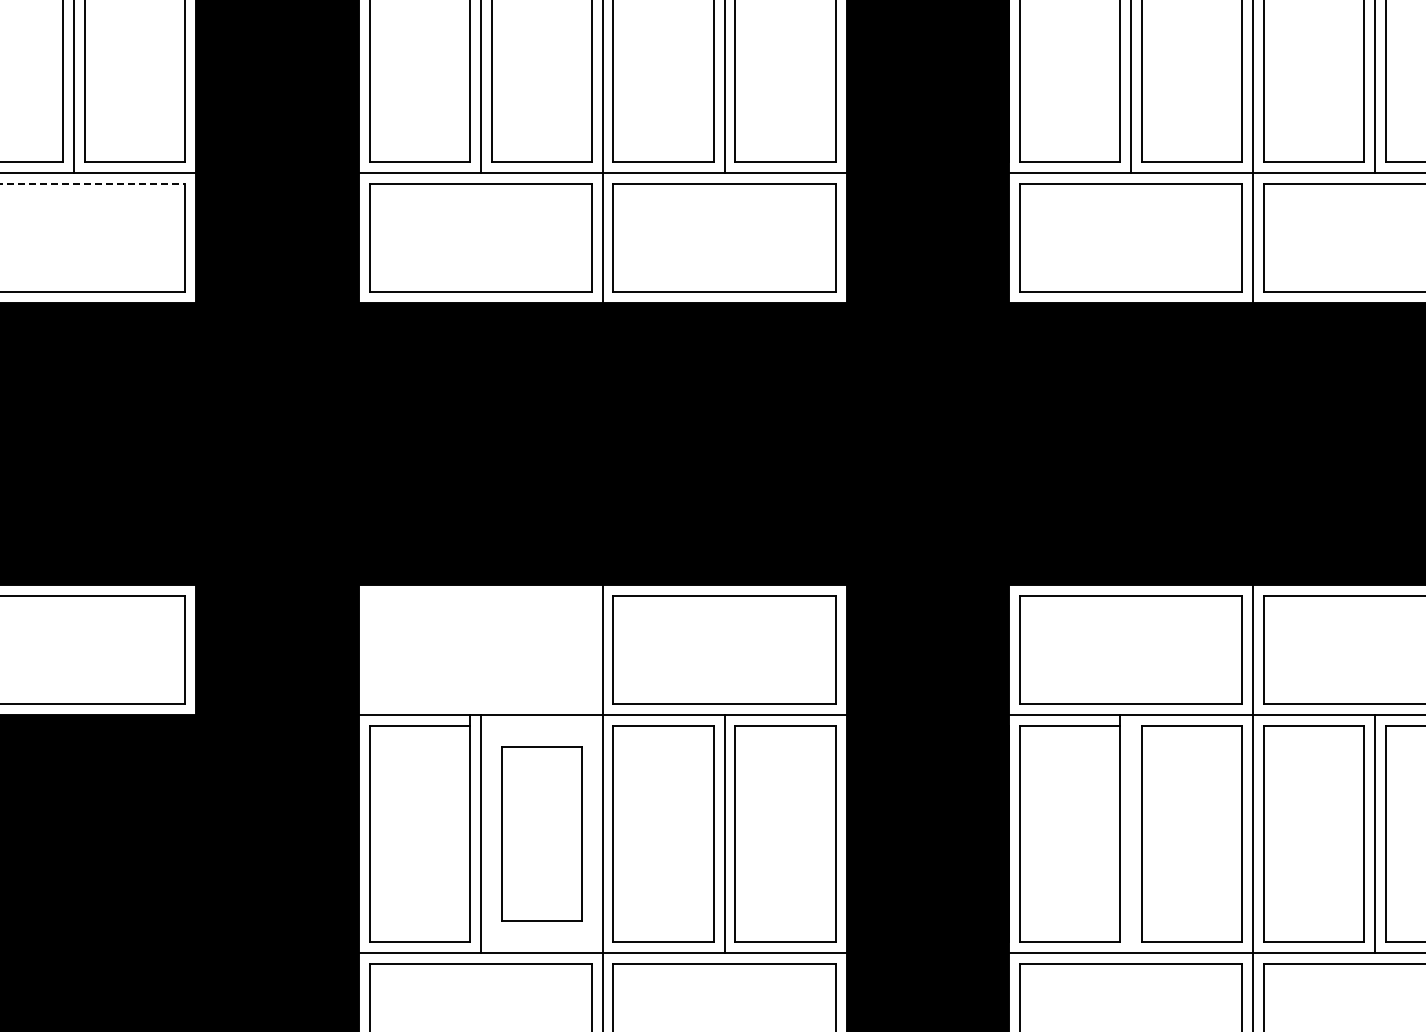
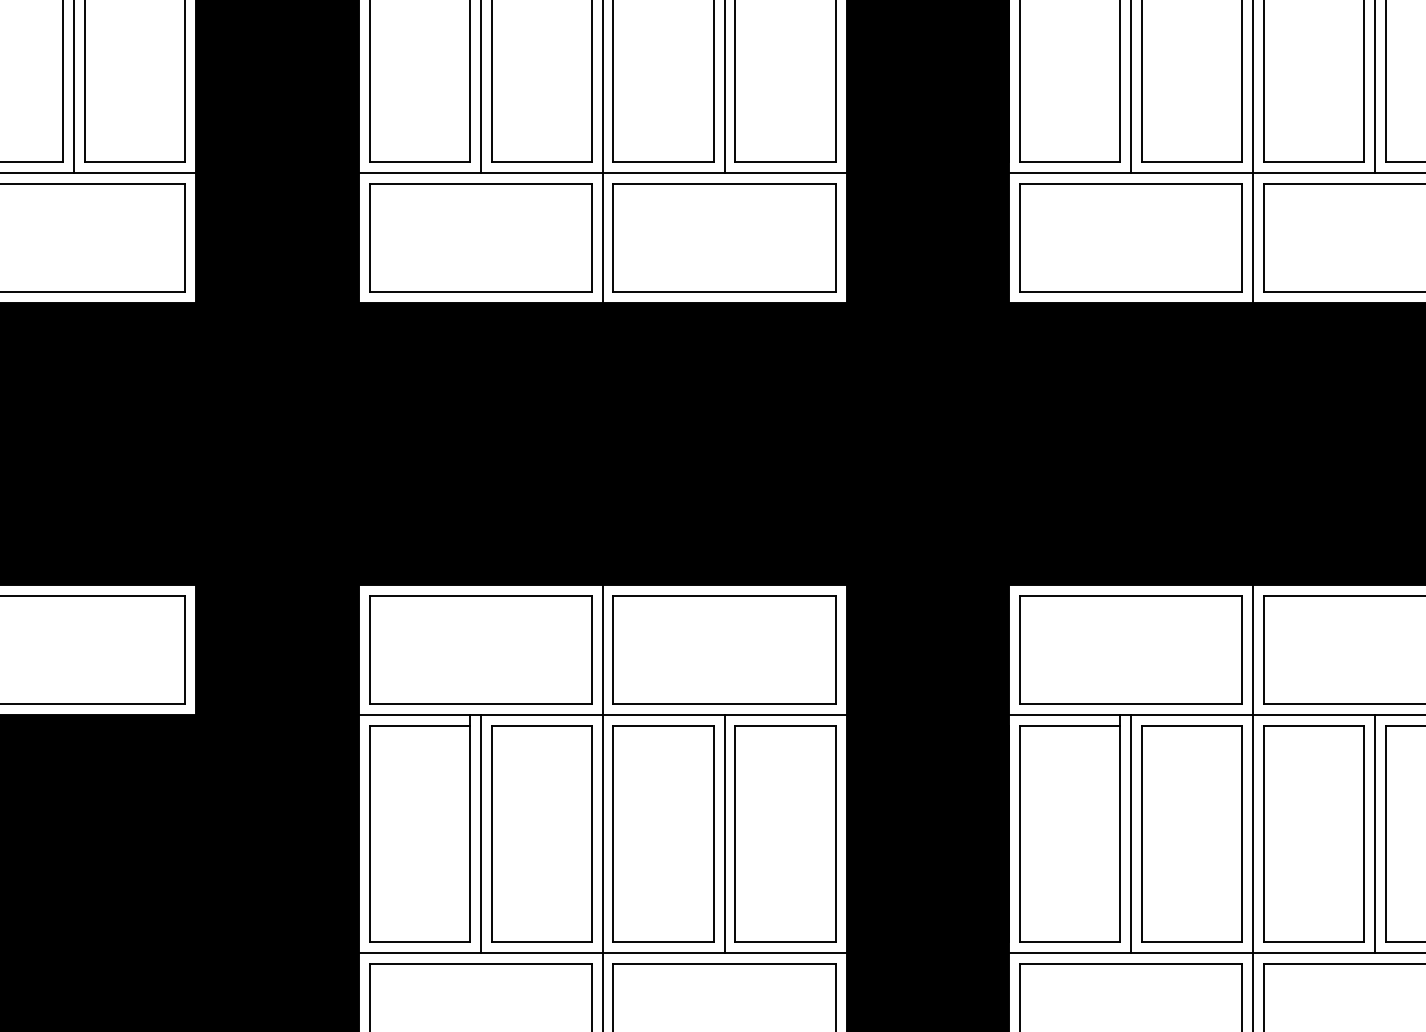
line at (92, 183): dashed -> solid
part at (480, 649): none -> present
part at (541, 833) size: 82x176 px -> 102x218 px
line at (1131, 833): none -> present
